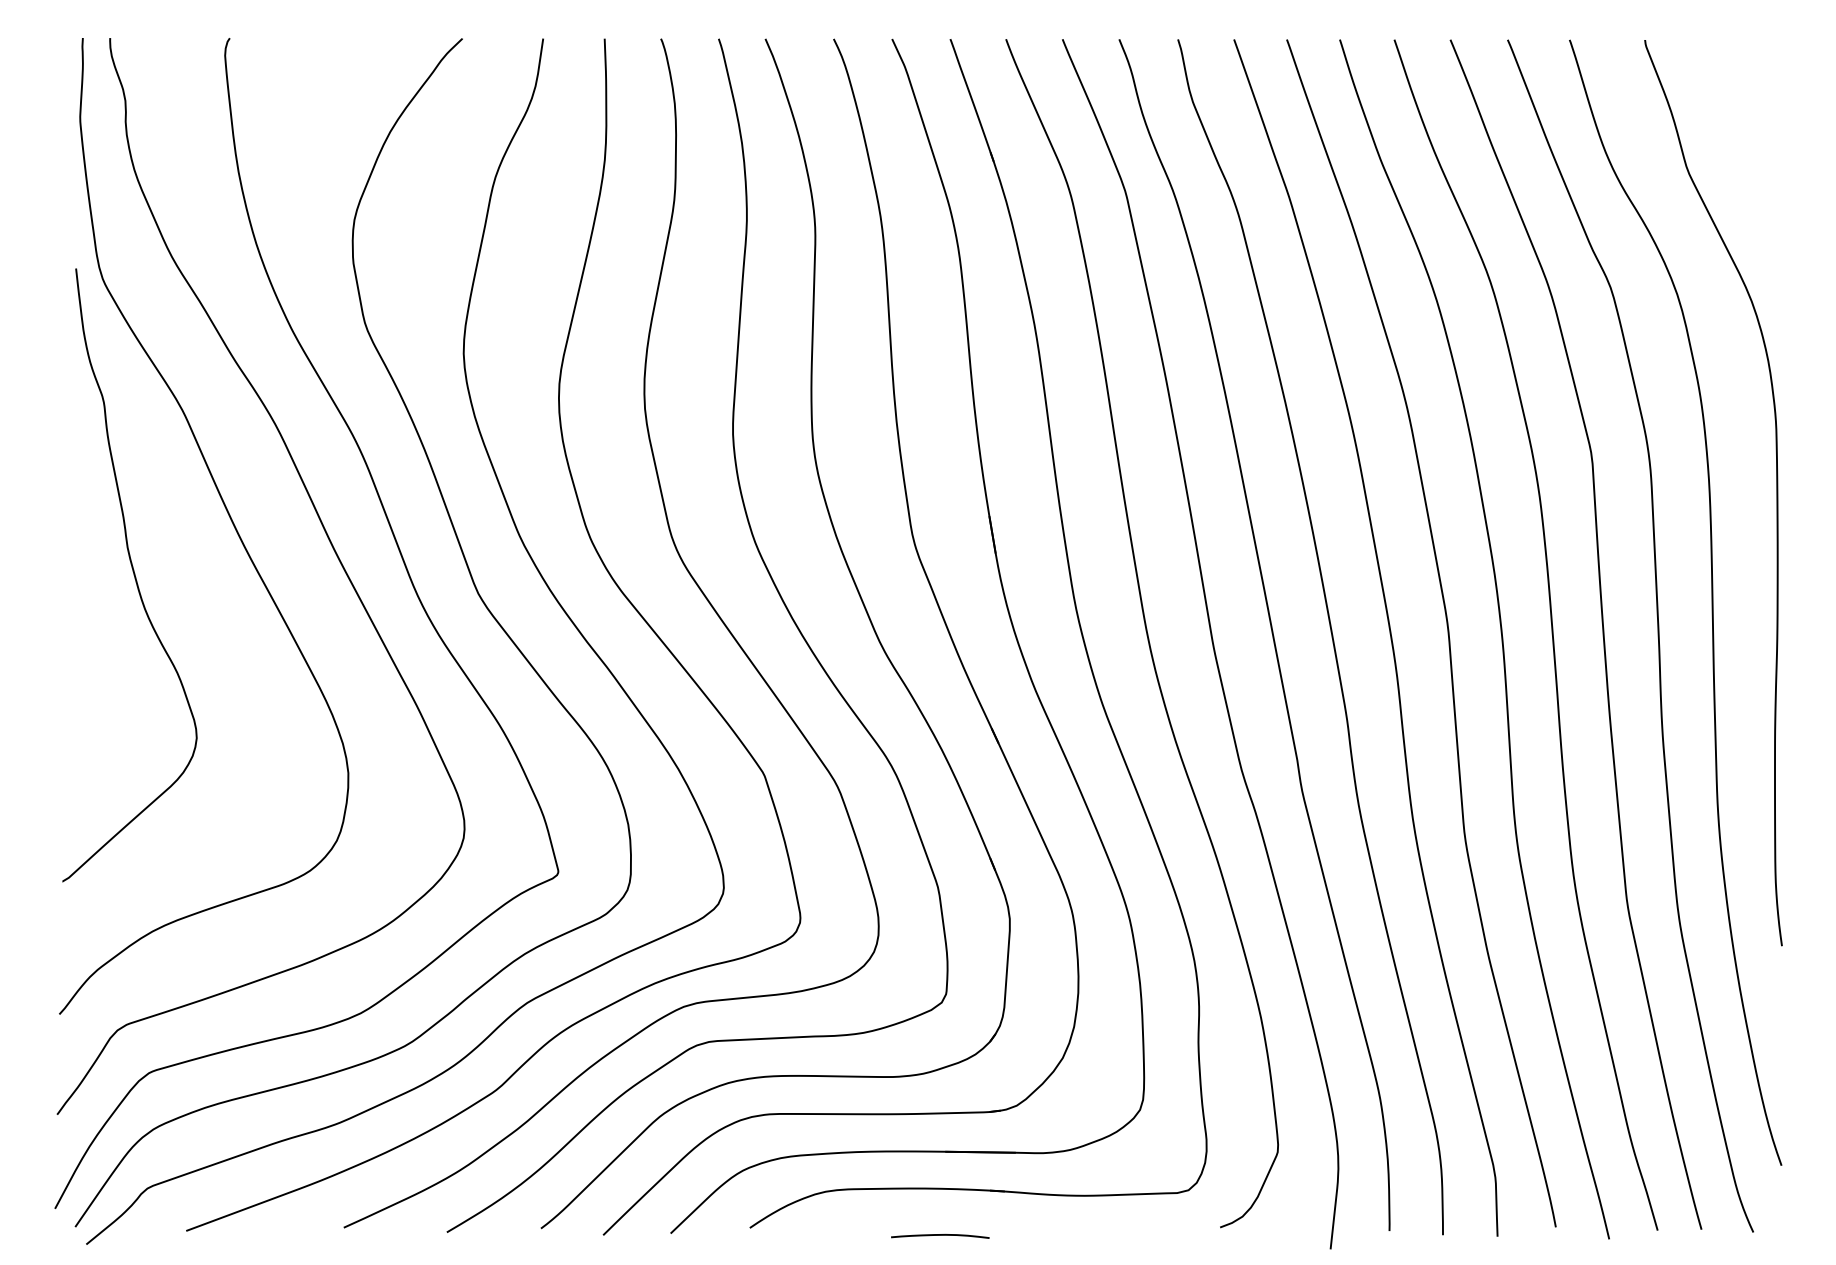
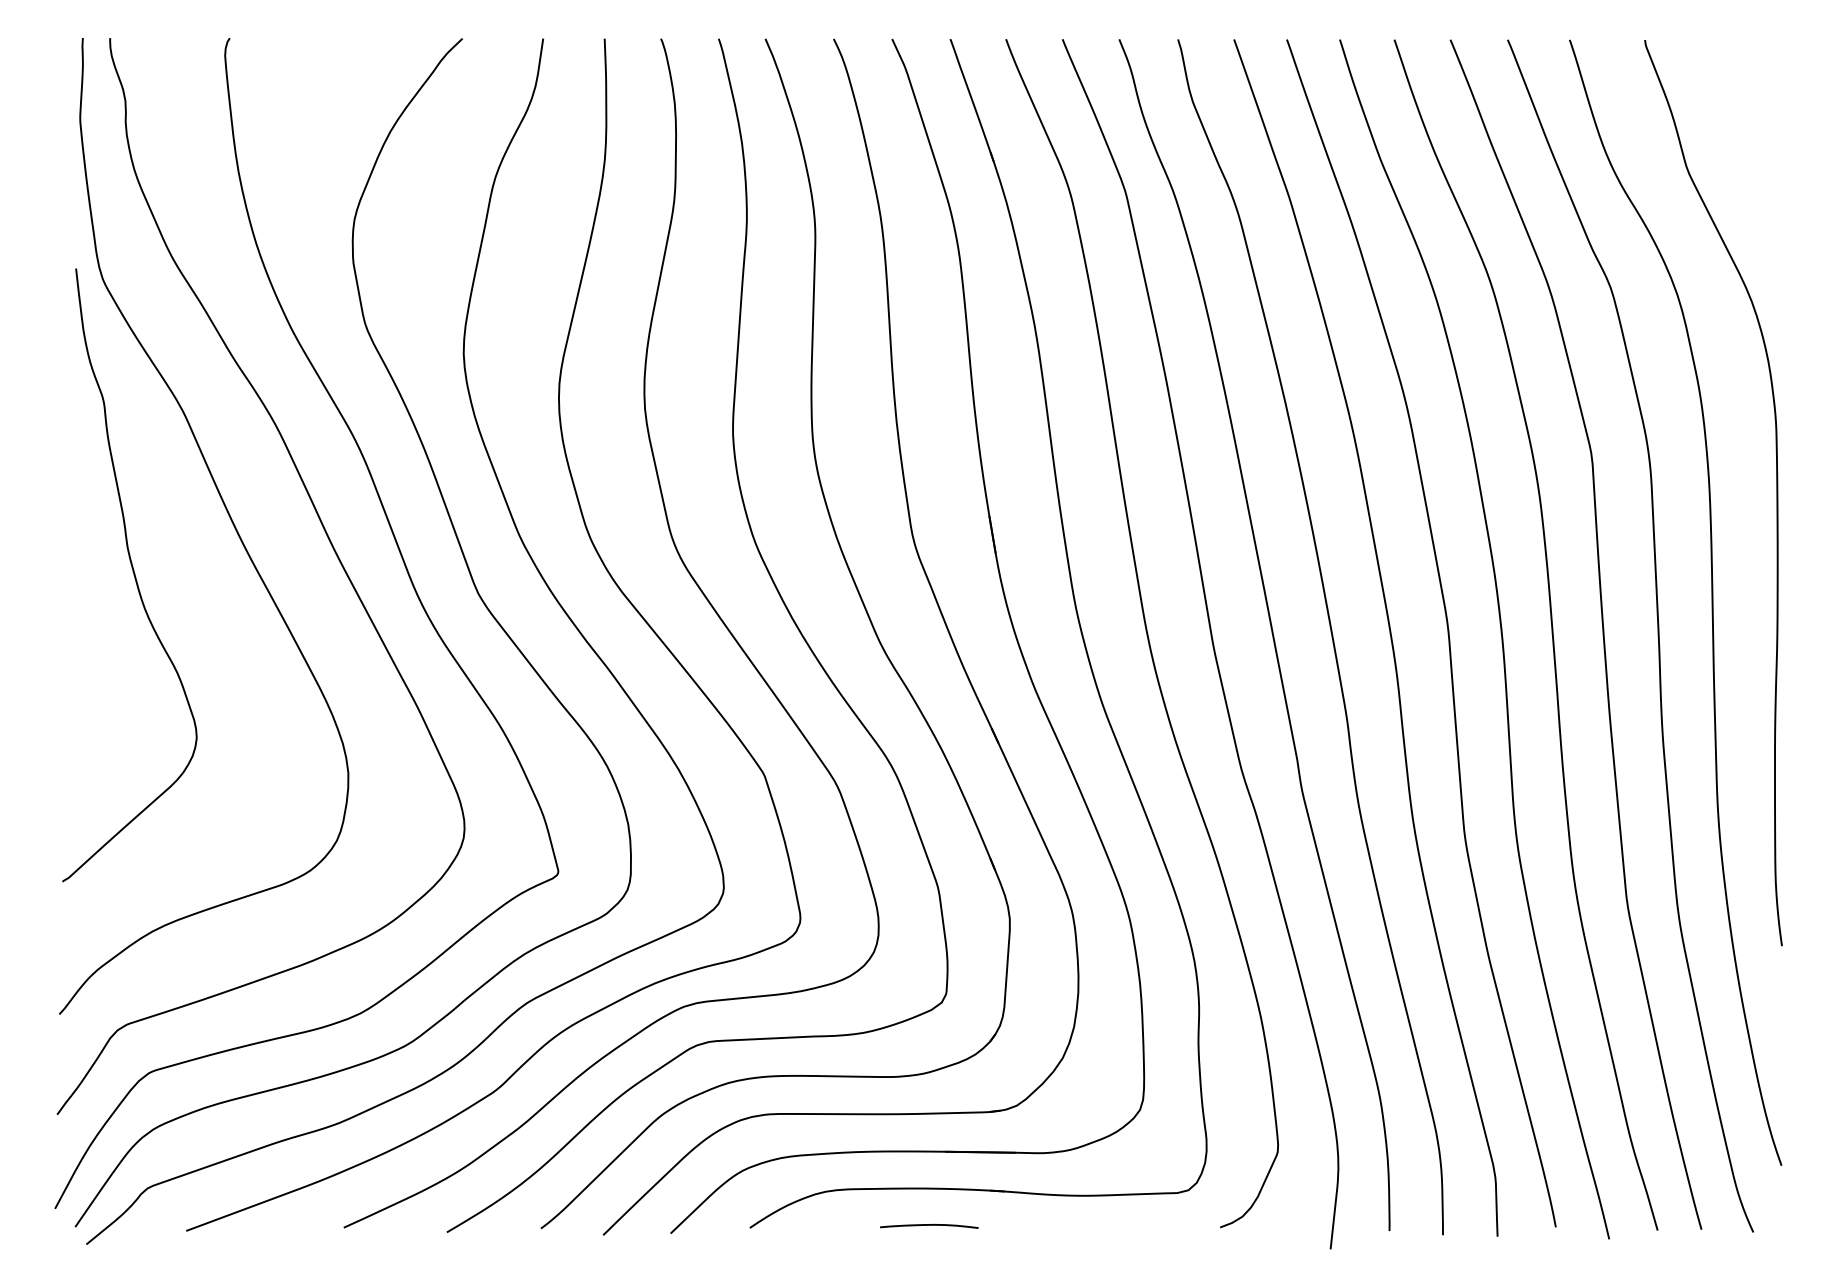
curve at (940, 1235) position: (940, 1235) -> (929, 1225)
